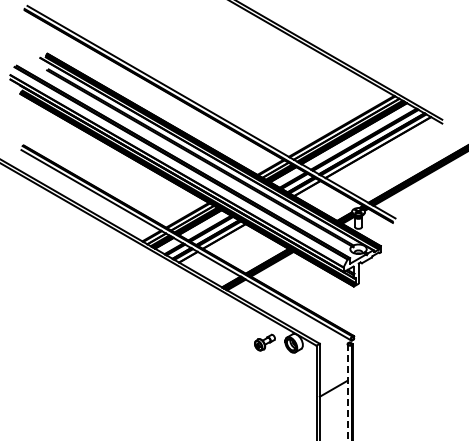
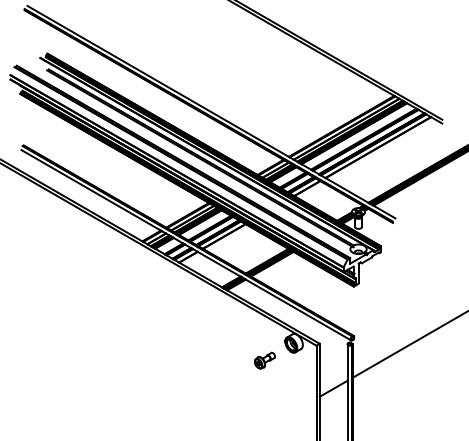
part at (264, 342) position: (264, 342) -> (264, 360)
line at (408, 344): none -> present
line at (347, 393): dashed -> solid
